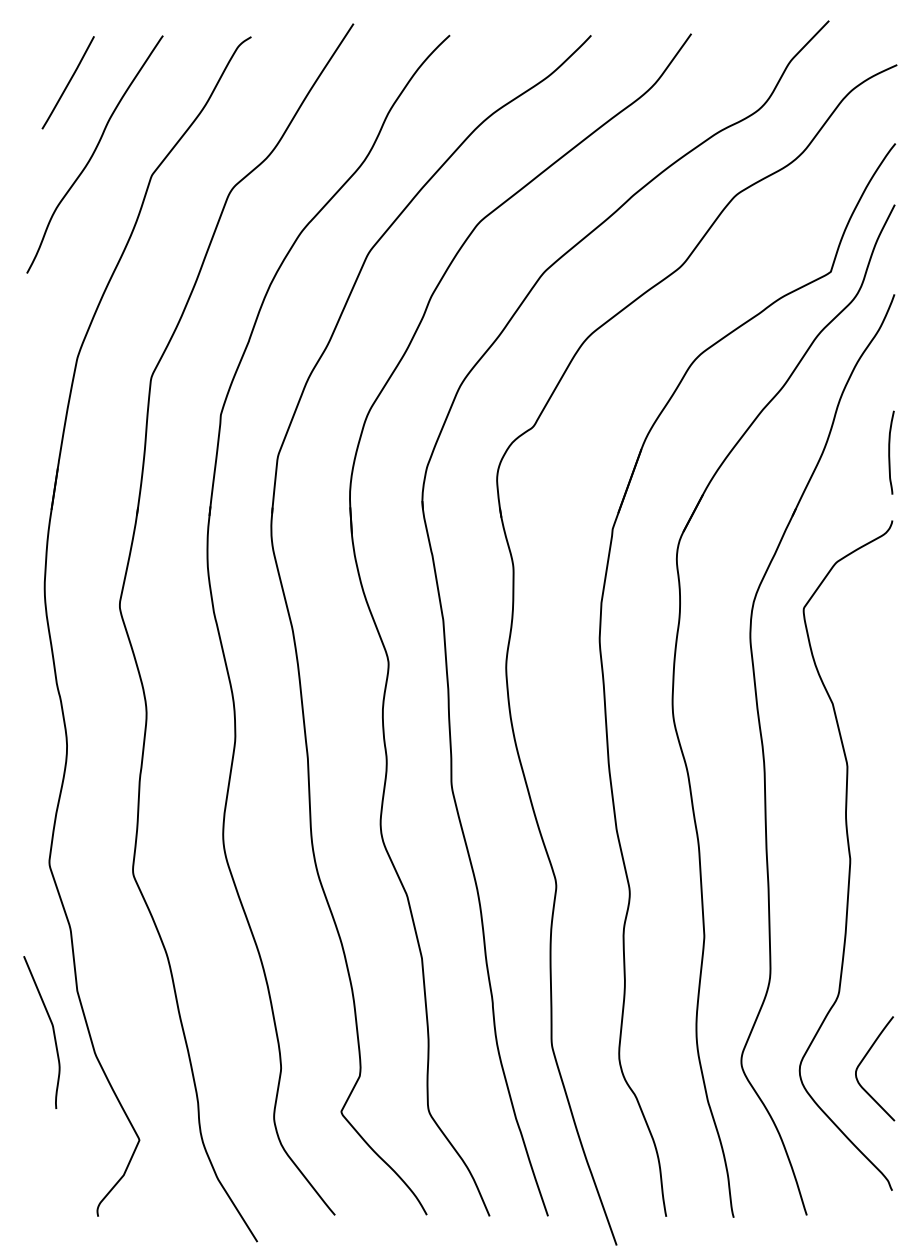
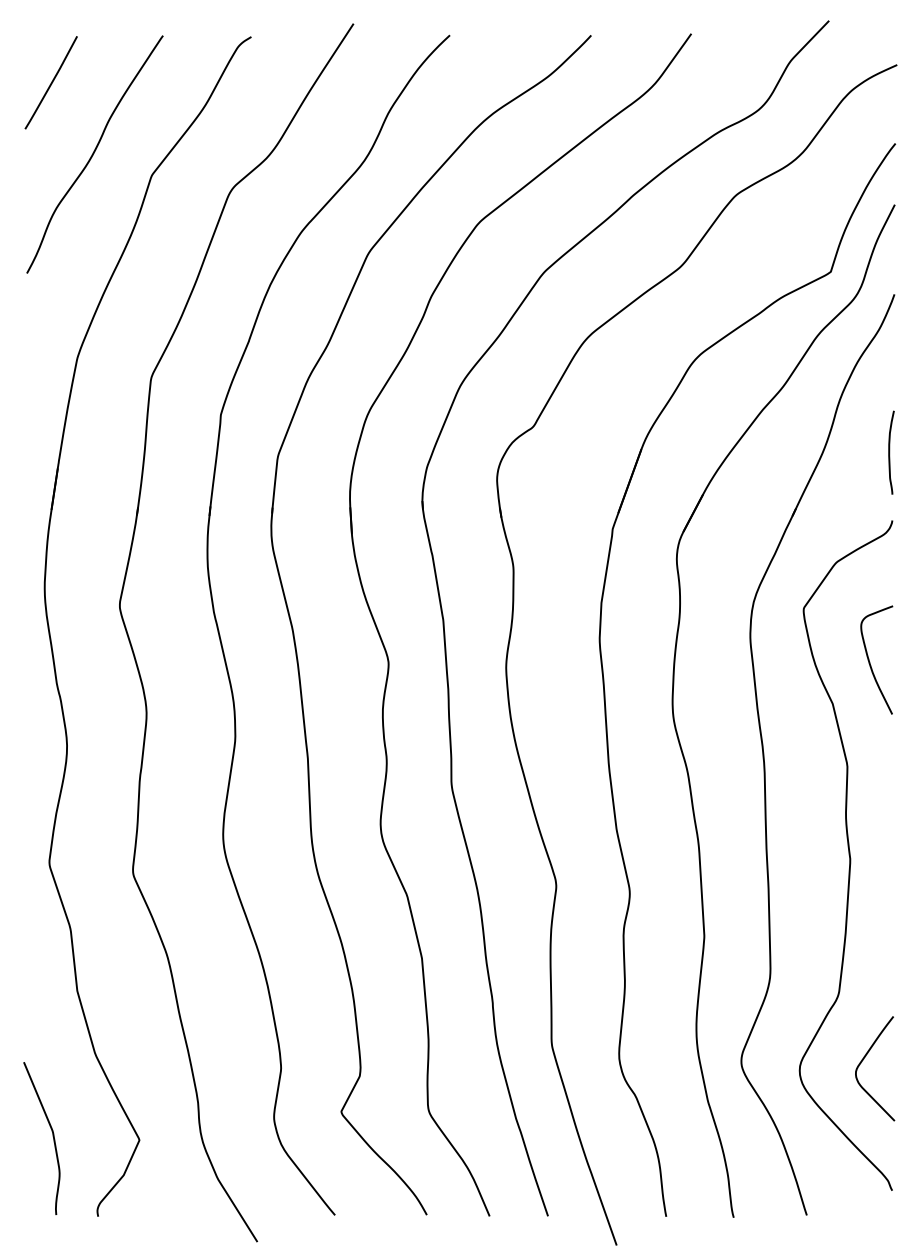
line at (68, 82) position: (68, 82) -> (51, 82)
curve at (870, 662): none -> present
curve at (52, 1030) position: (52, 1030) -> (52, 1136)
